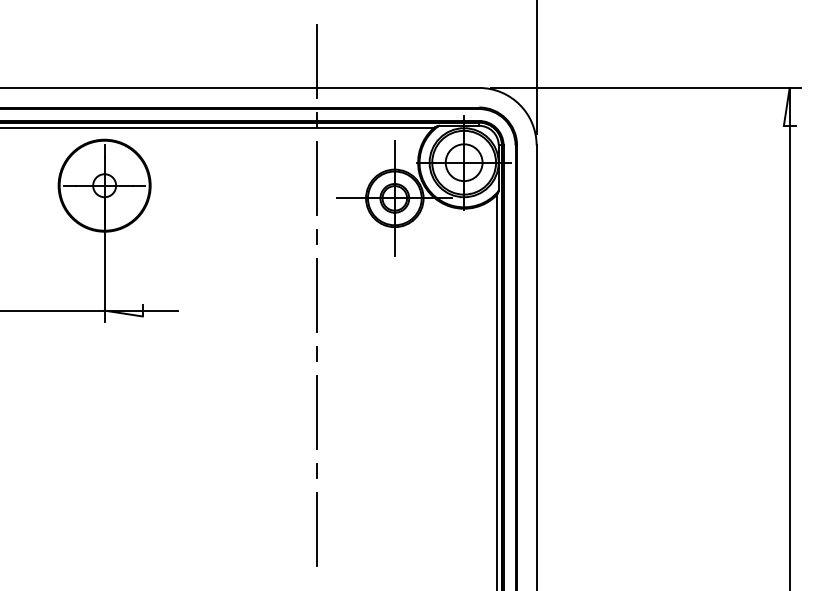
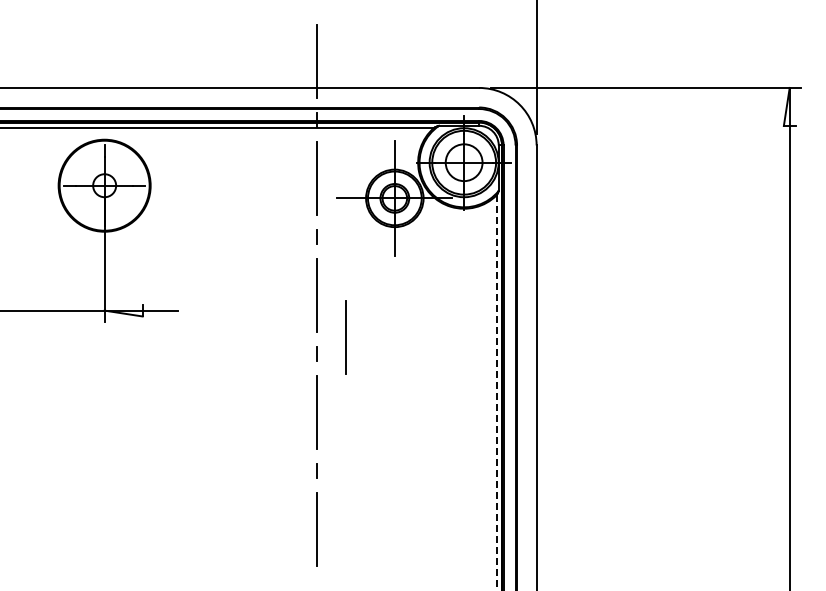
line at (345, 337): none -> present
line at (496, 393): solid -> dashed
